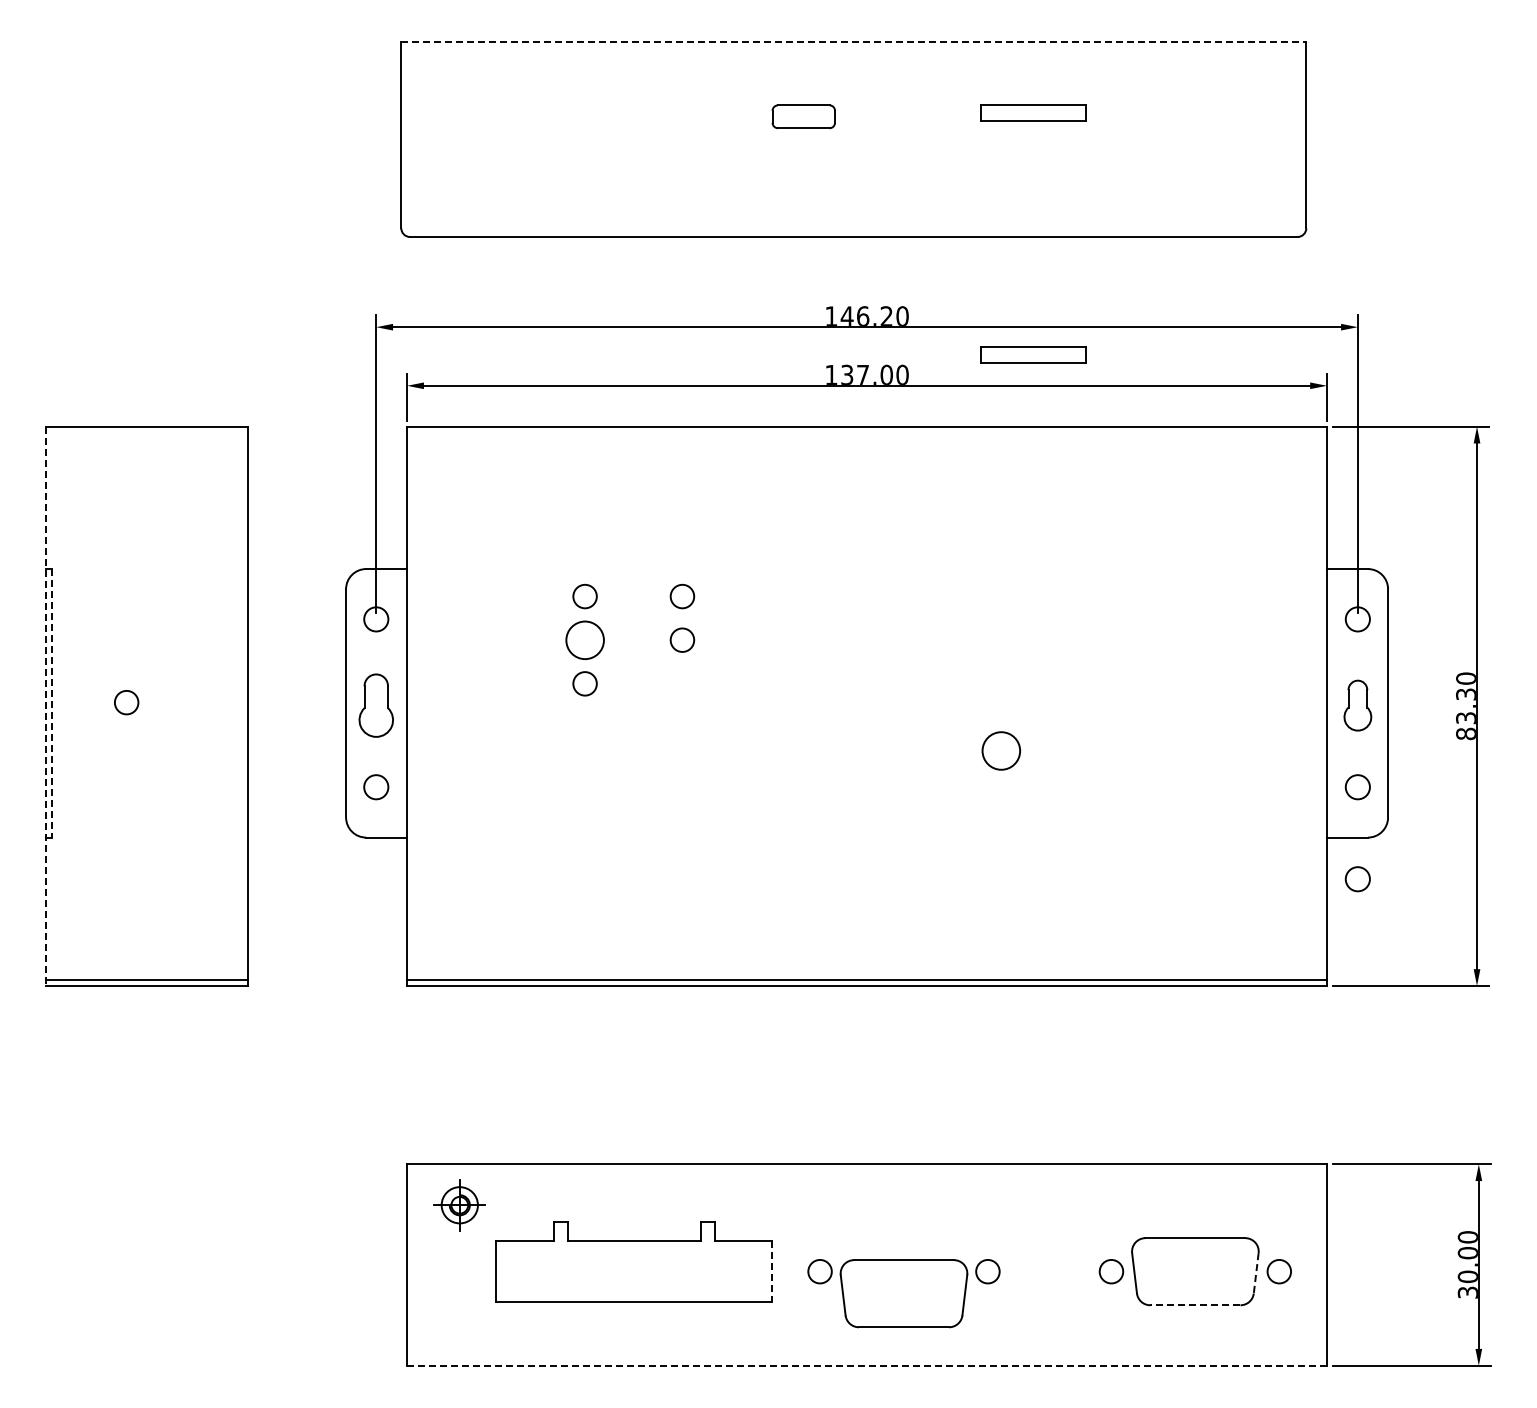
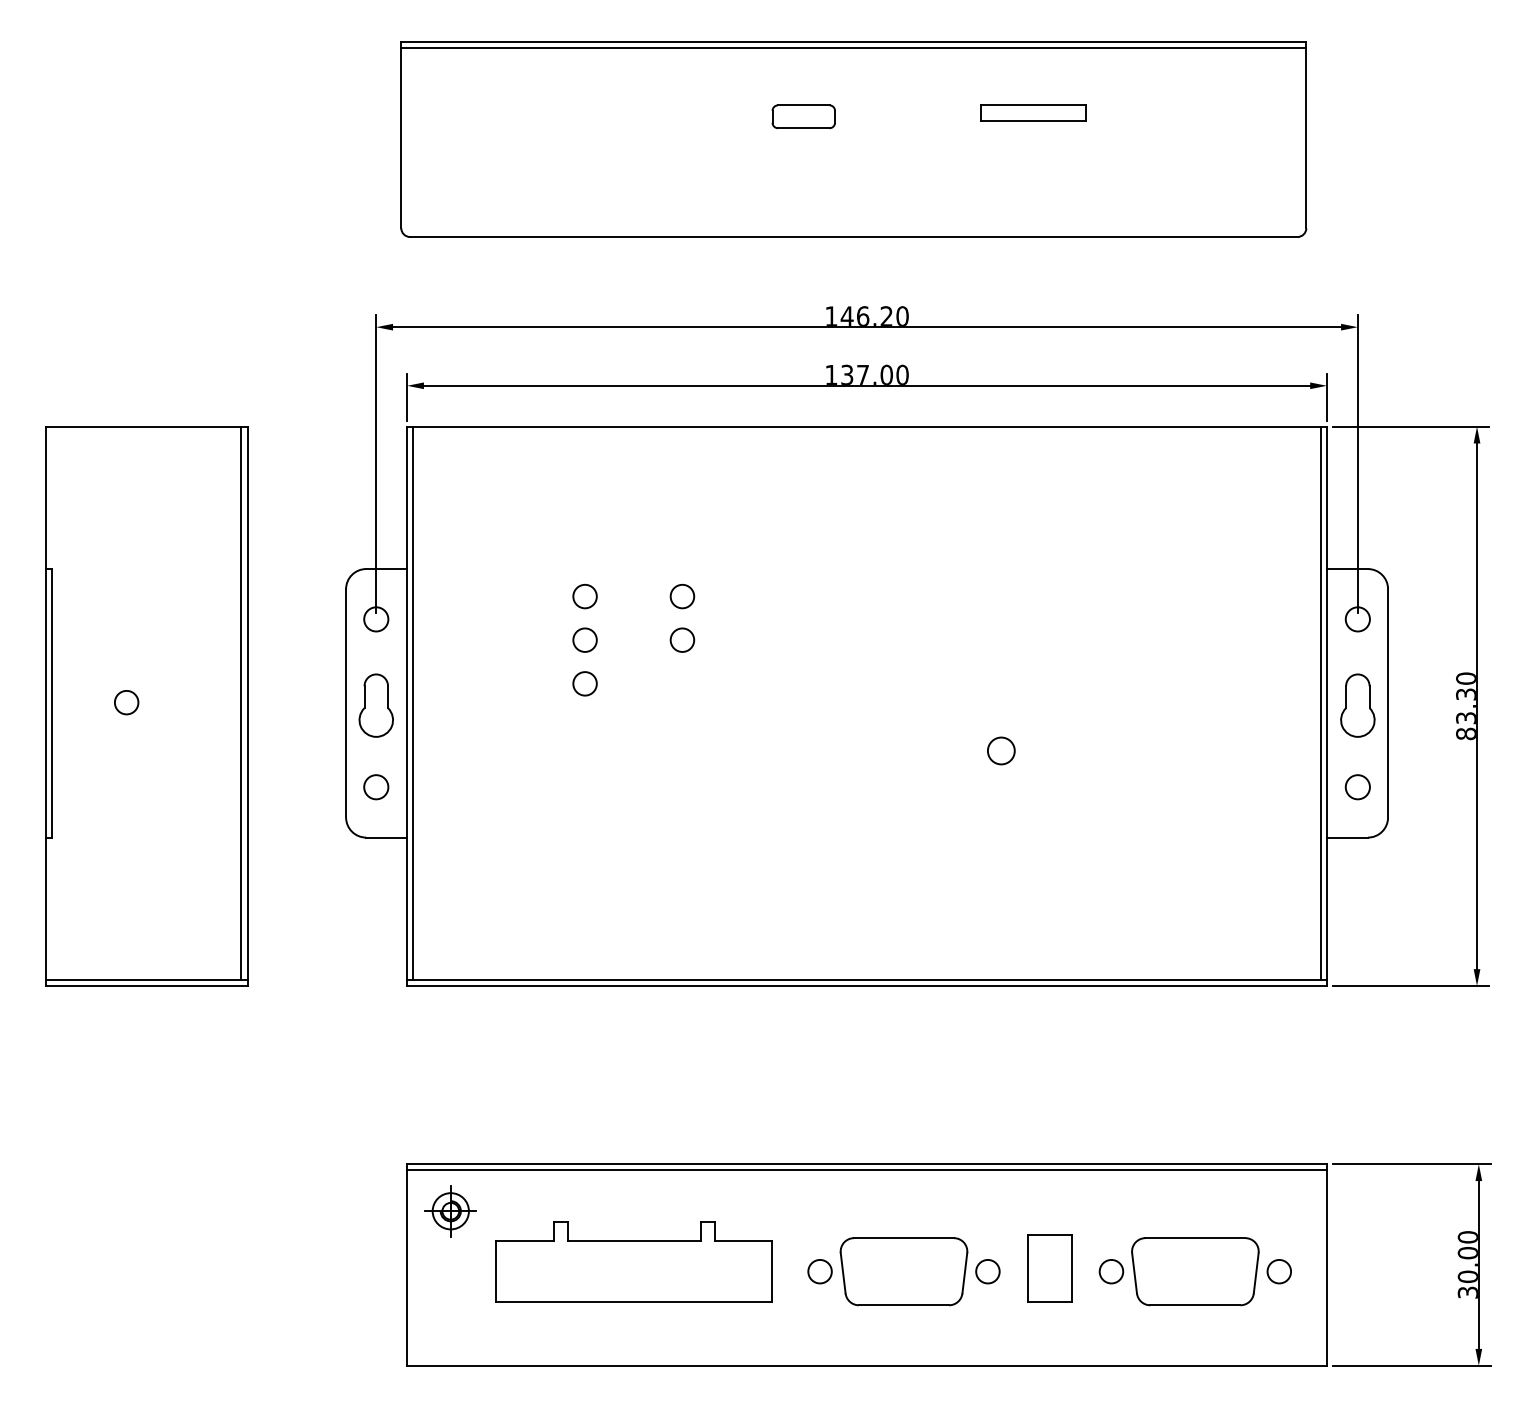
line at (853, 42): dashed -> solid
line at (853, 48): none -> present
part at (1033, 354): present -> none
circle at (584, 639) size: 40x40 px -> 26x26 px
line at (241, 702): none -> present
line at (413, 702): none -> present
line at (1320, 702): none -> present
line at (52, 703): dashed -> solid
part at (1357, 705) size: 30x53 px -> 36x65 px
line at (46, 706): dashed -> solid
circle at (1001, 750) diameter: 38 px -> 27 px
circle at (1357, 879): present -> none
line at (866, 1170): none -> present
part at (459, 1205) position: (459, 1205) -> (450, 1211)
part at (1049, 1268): none -> present
line at (772, 1271): dashed -> solid
line at (1256, 1273): dashed -> solid
part at (903, 1293) position: (903, 1293) -> (903, 1271)
line at (1194, 1305): dashed -> solid
line at (867, 1365): dashed -> solid
